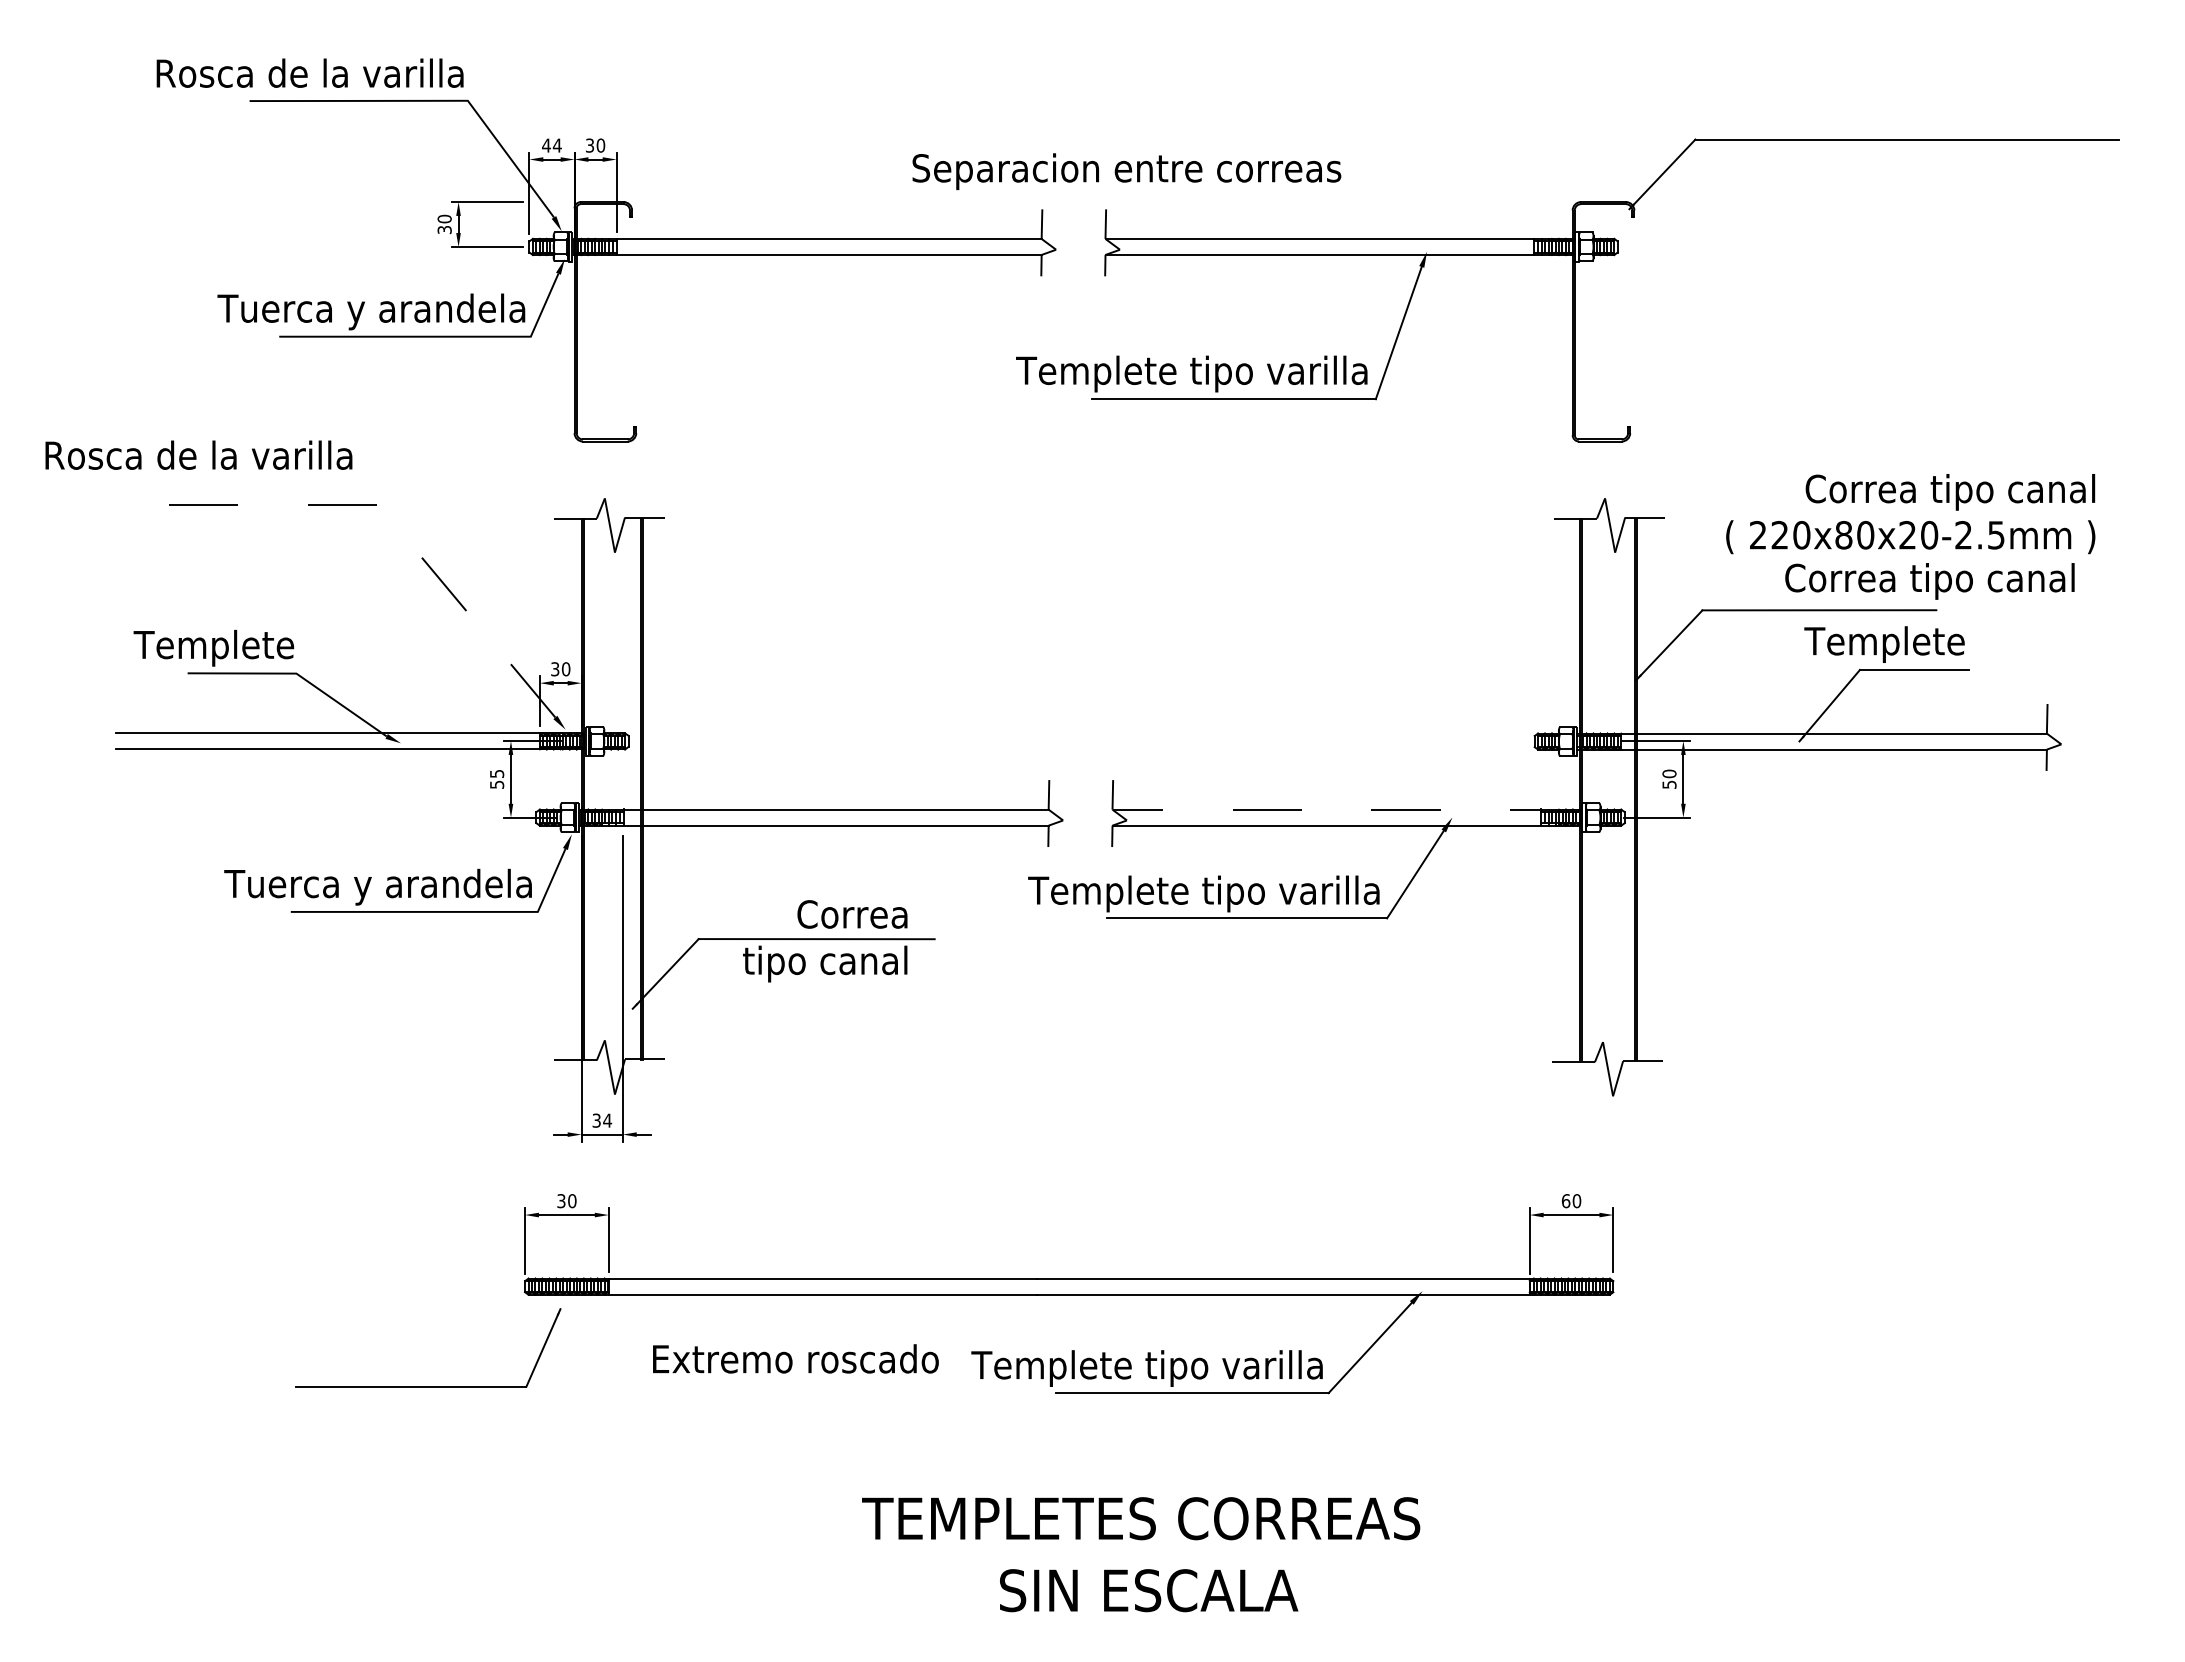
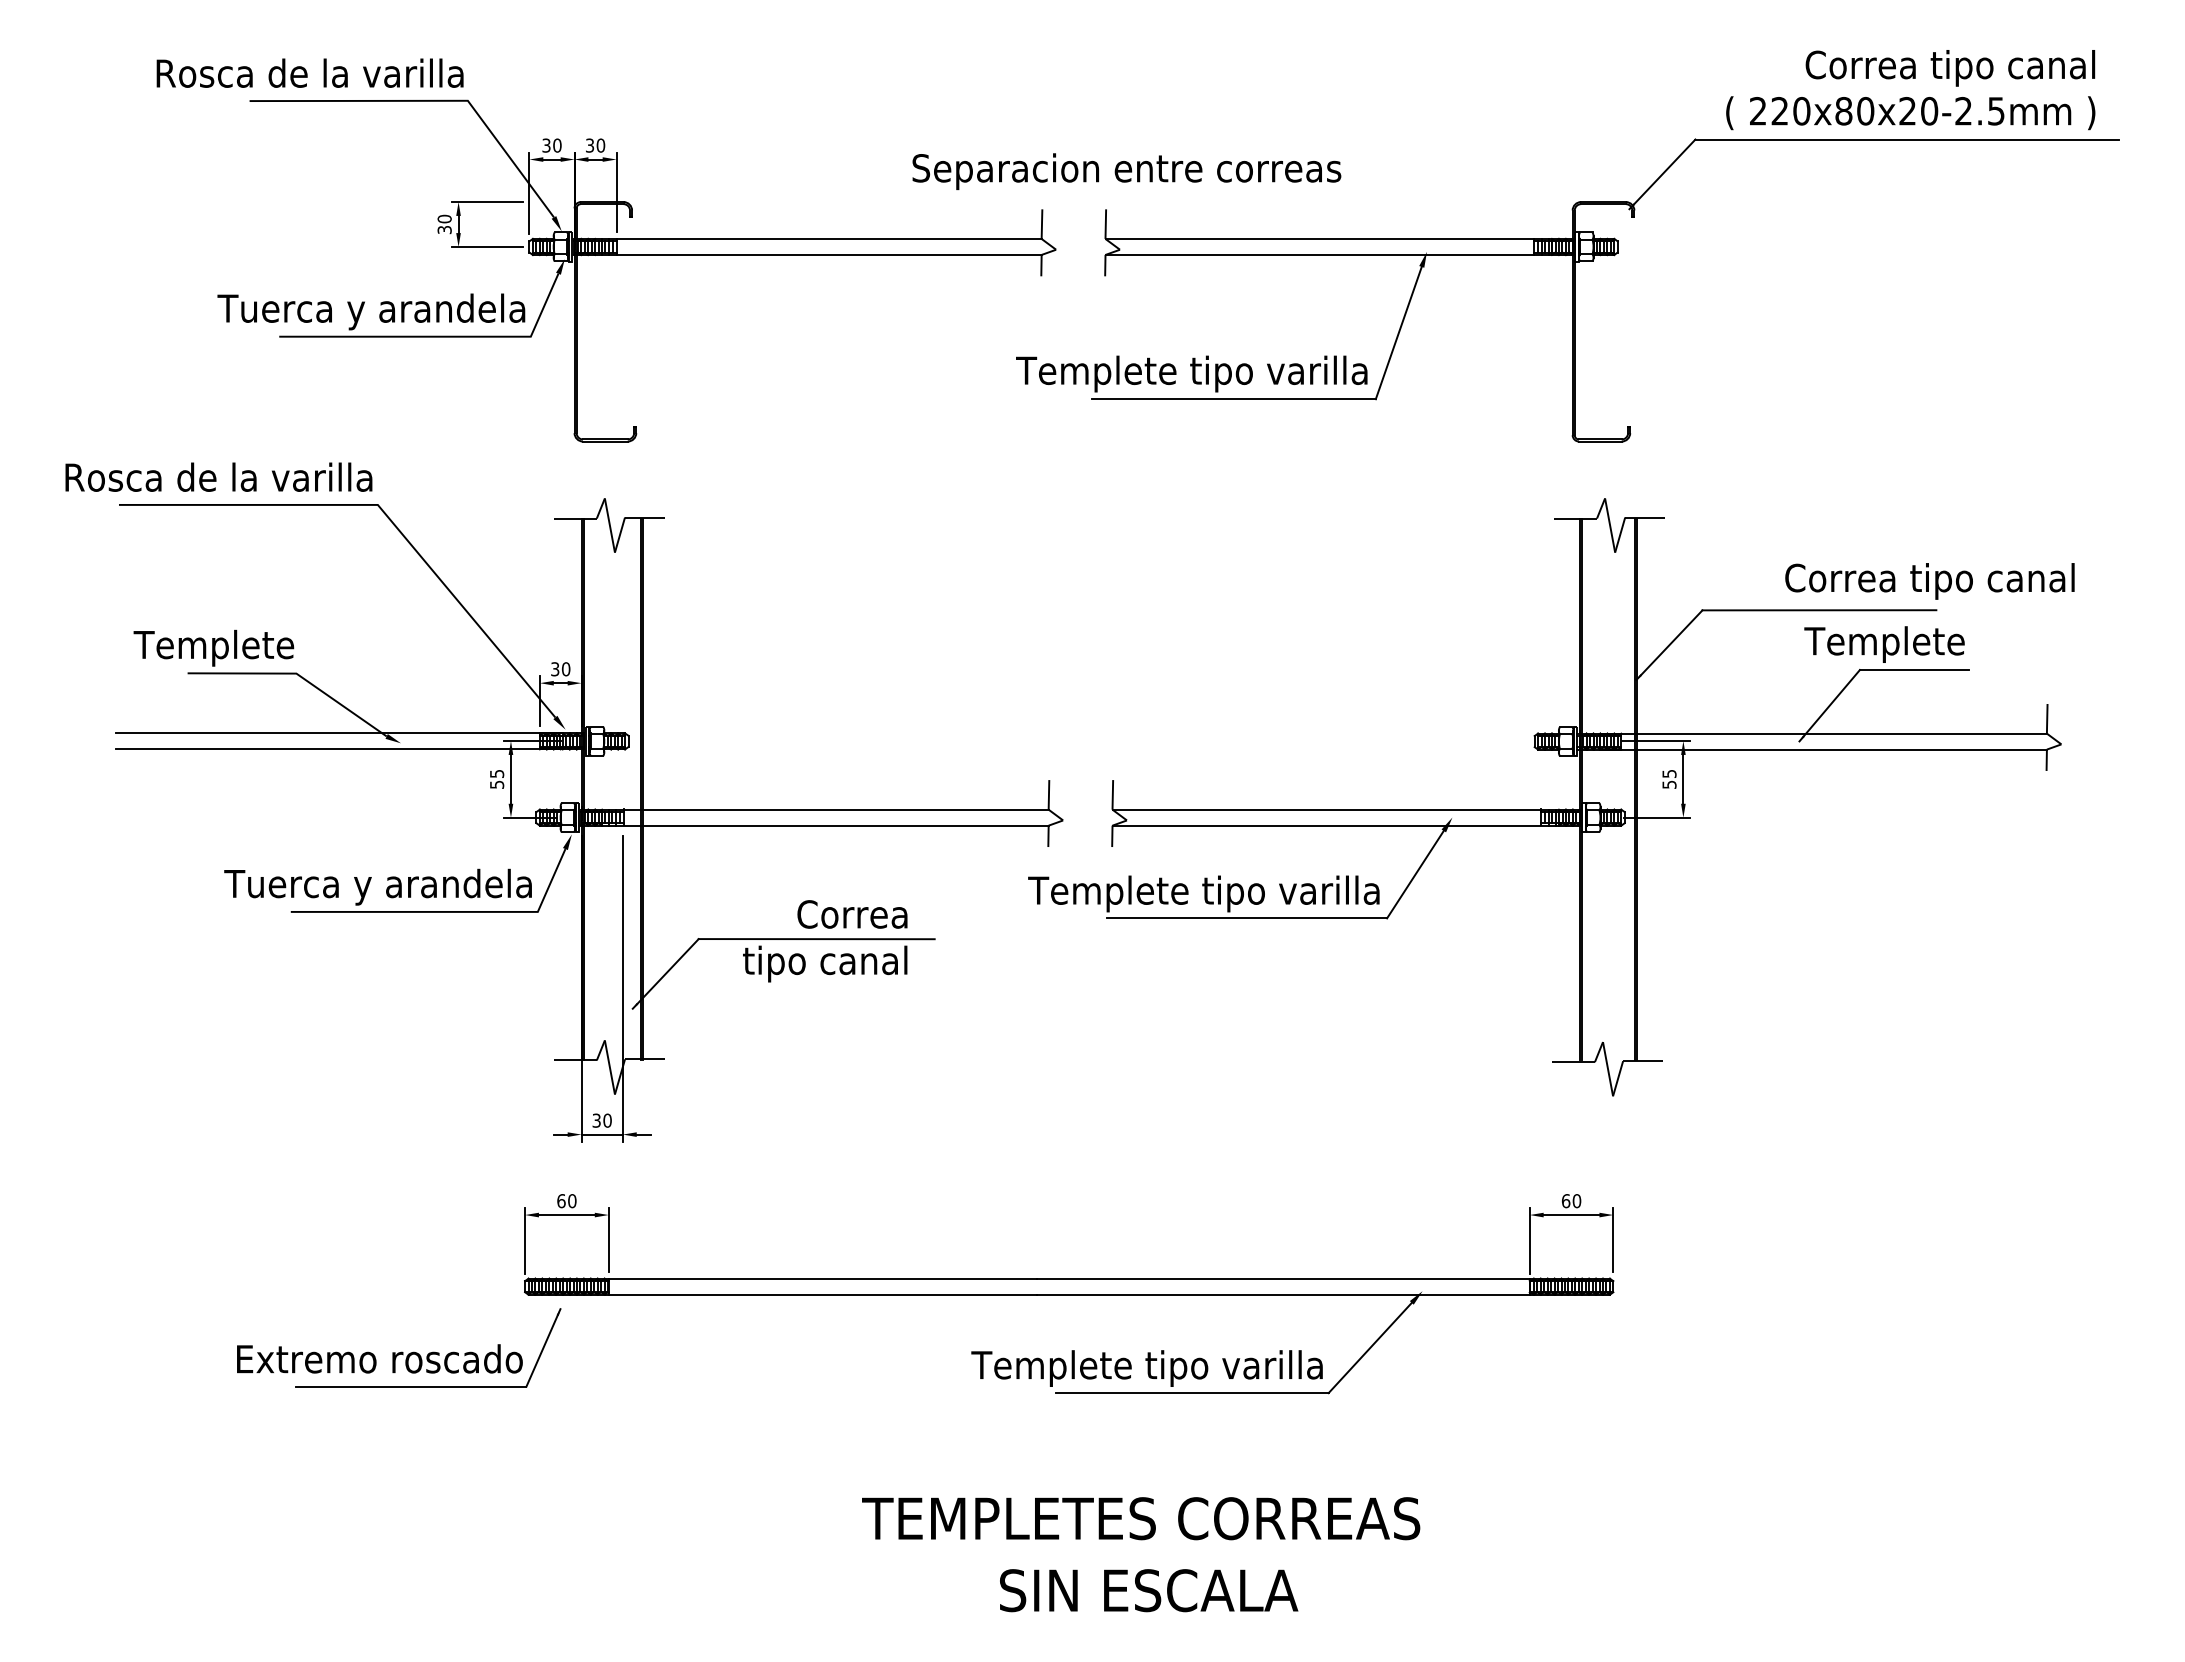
text at (551, 145): 44 -> 30
text at (198, 454) position: (198, 454) -> (218, 476)
line at (382, 511): dashed -> solid
text at (1910, 514) position: (1910, 514) -> (1910, 90)
text at (1669, 773): 50 -> 55
line at (1346, 809): dashed -> solid
text at (607, 1120): 34 -> 30
text at (561, 1201): 30 -> 60
text at (795, 1358) position: (795, 1358) -> (379, 1358)
